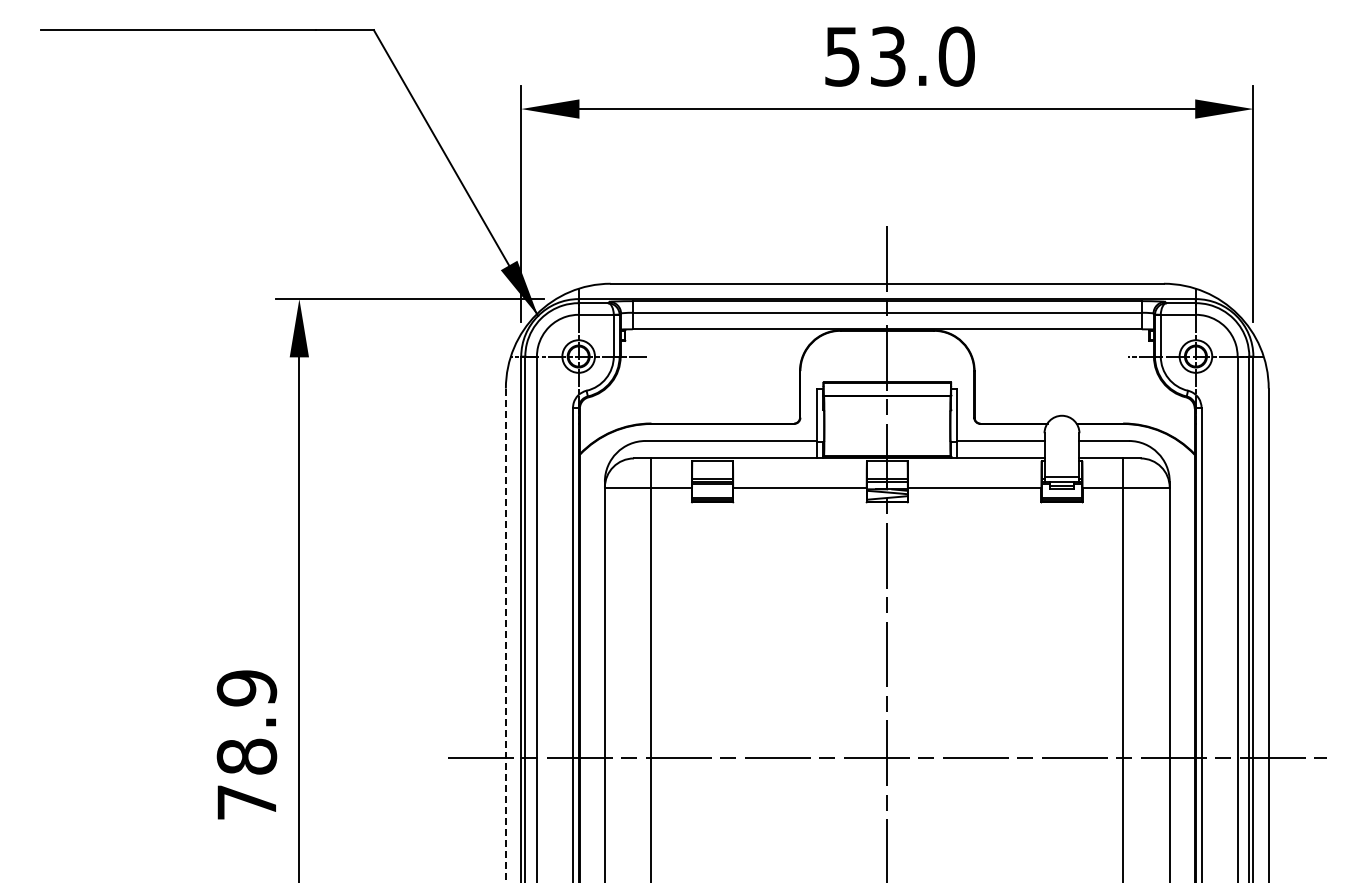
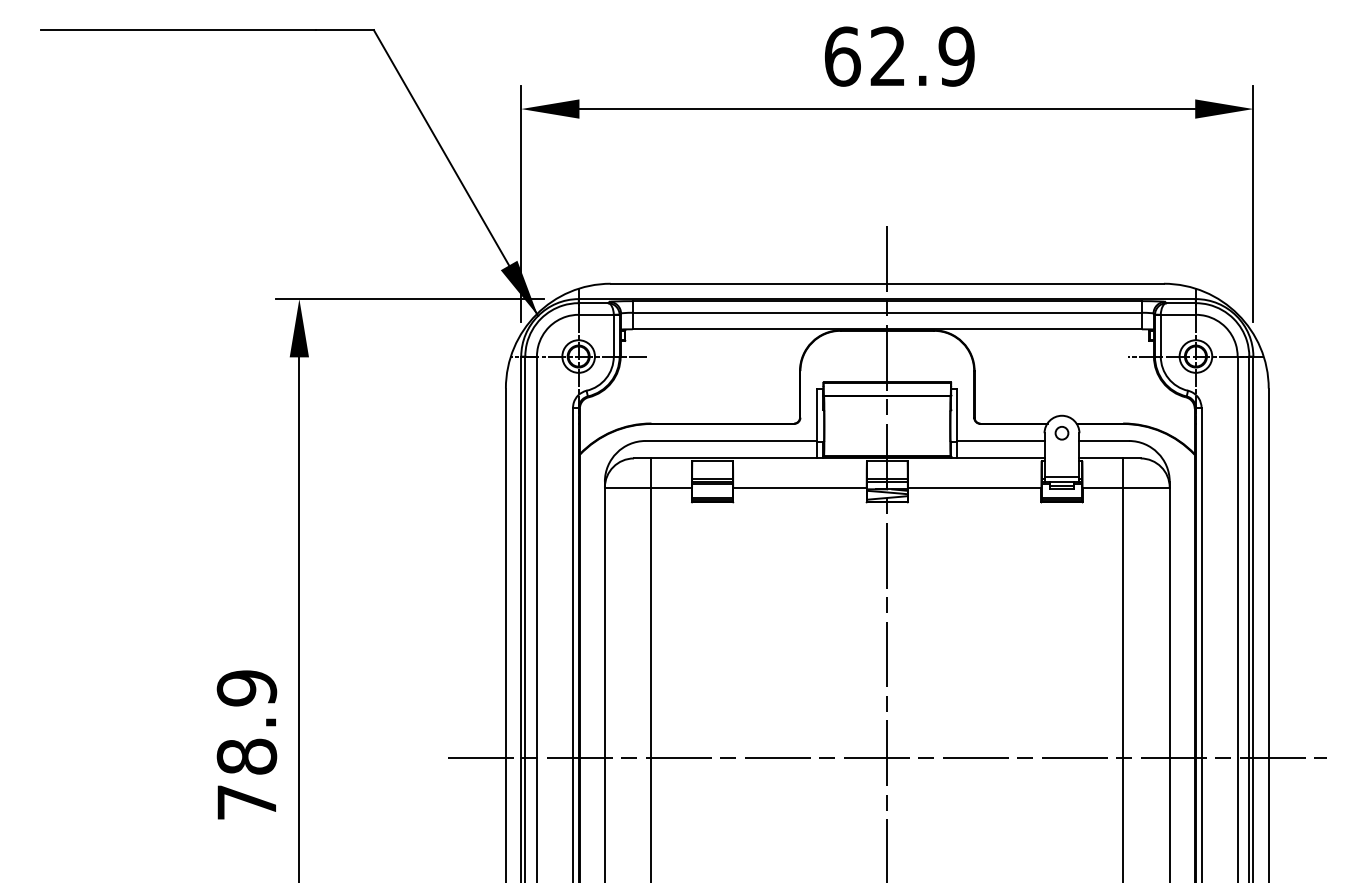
text at (899, 56): 53.0 -> 62.9
circle at (1061, 433): none -> present
line at (505, 635): dashed -> solid
